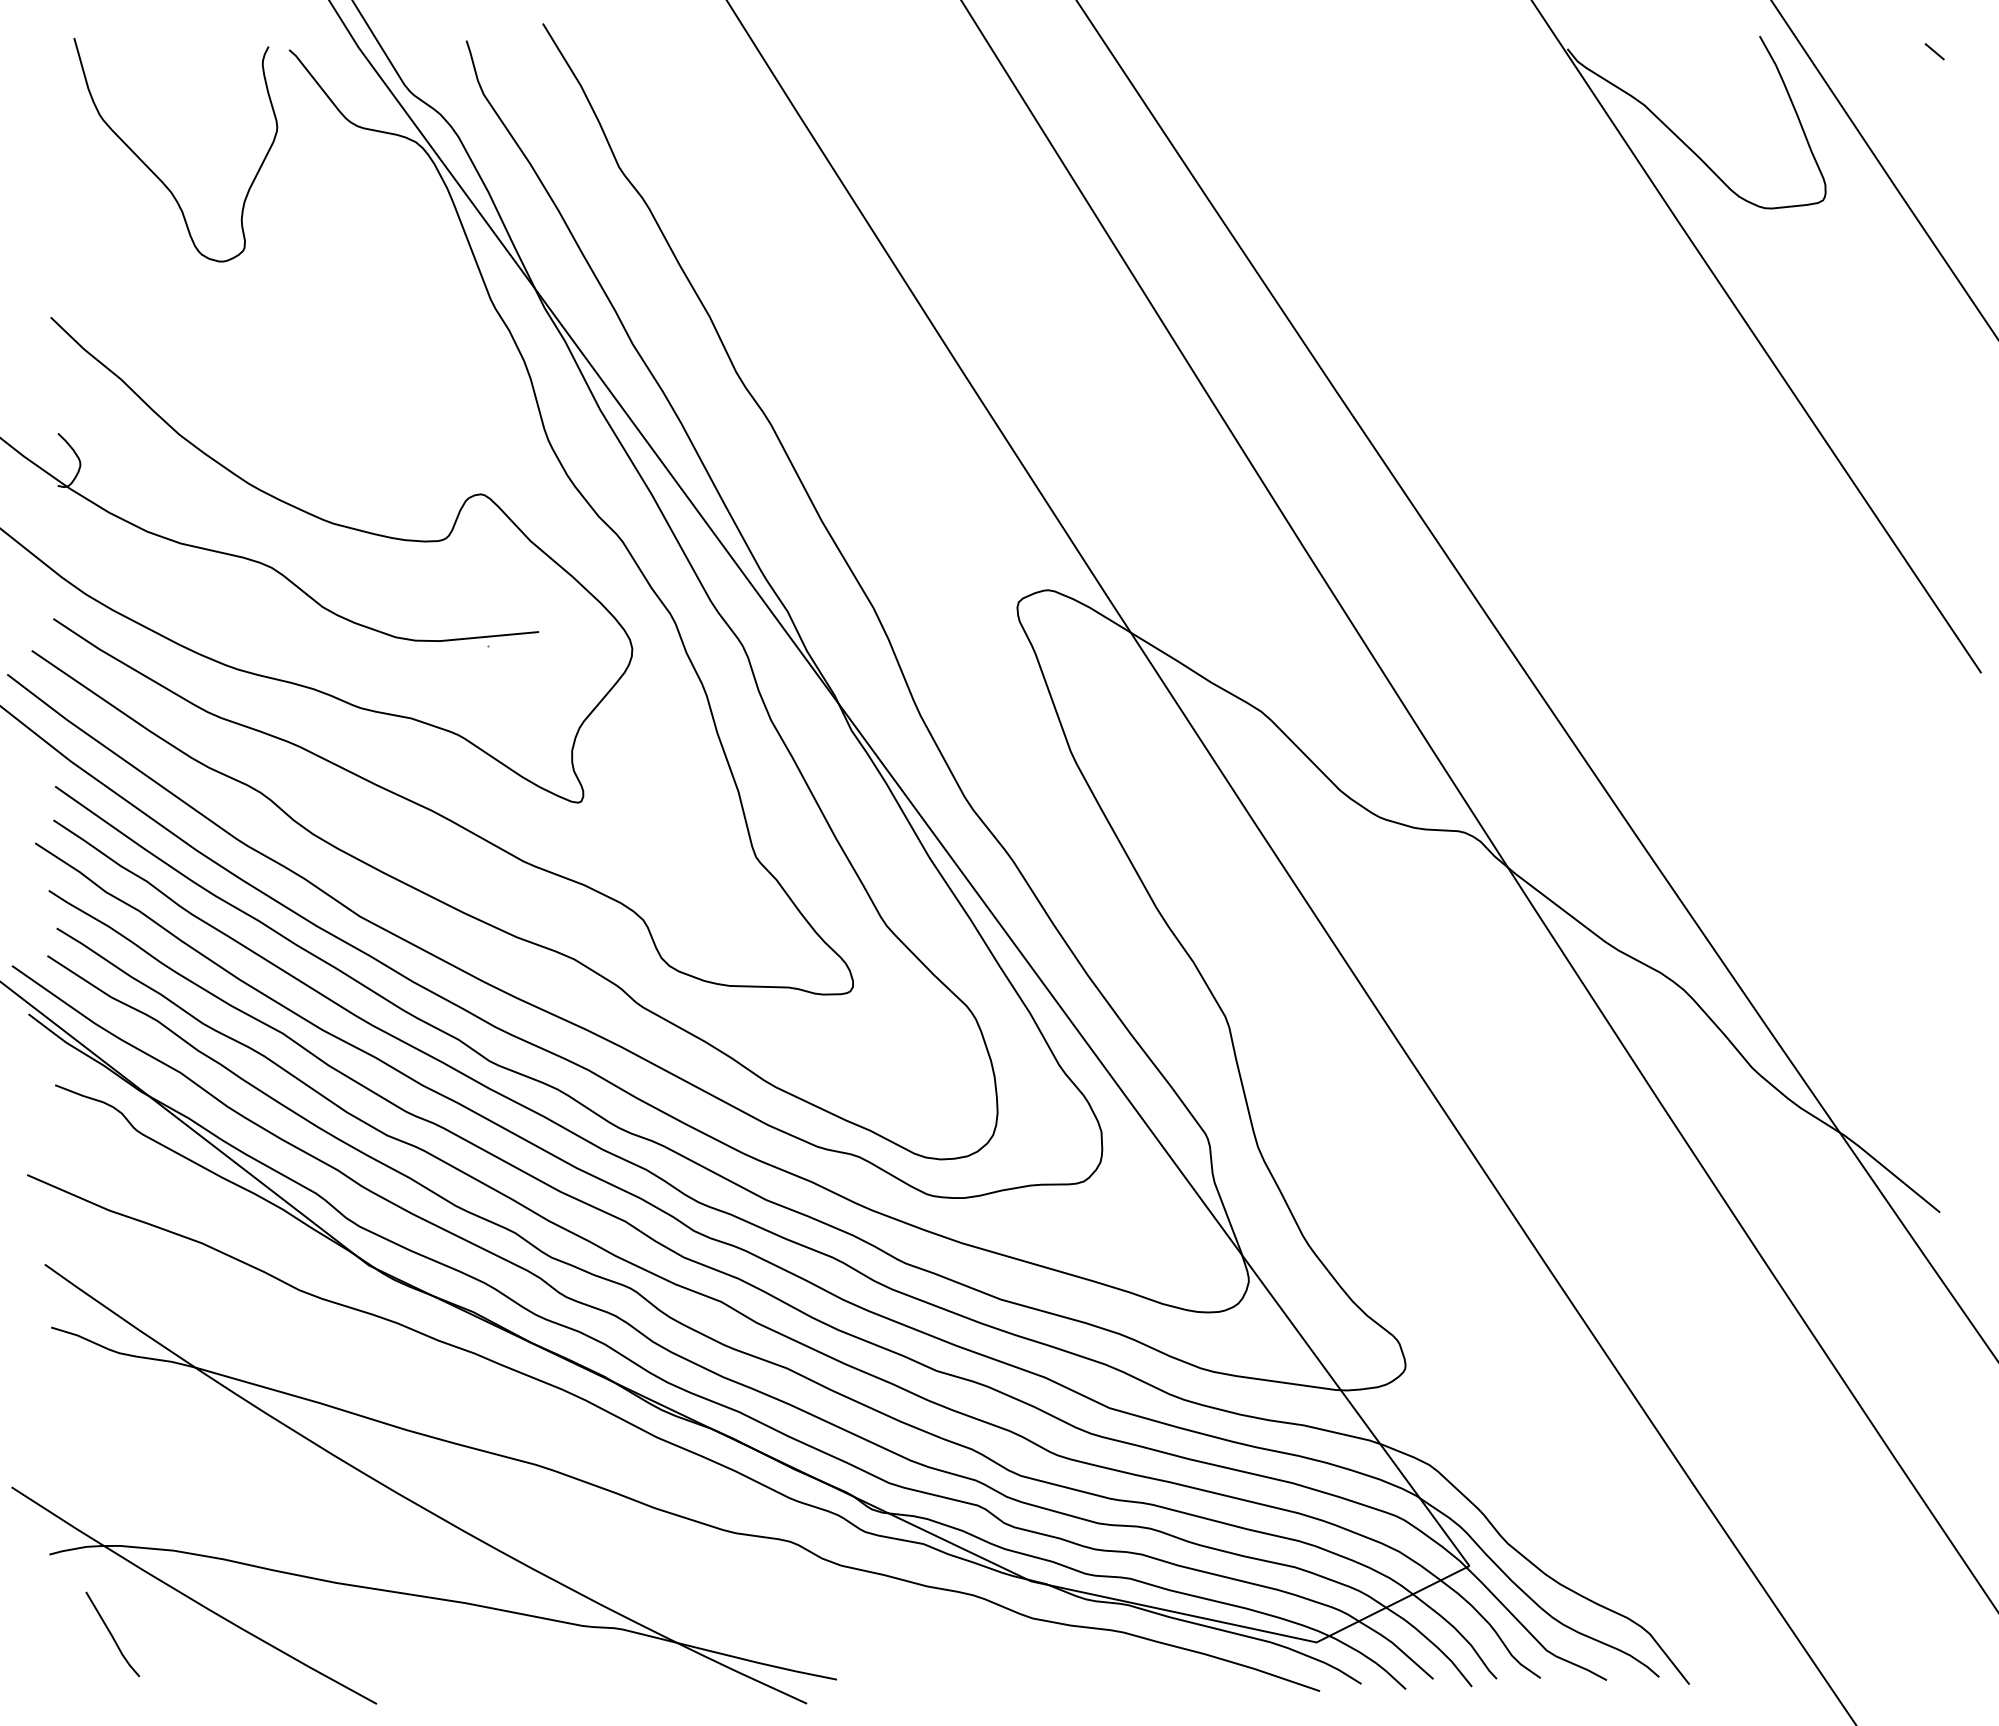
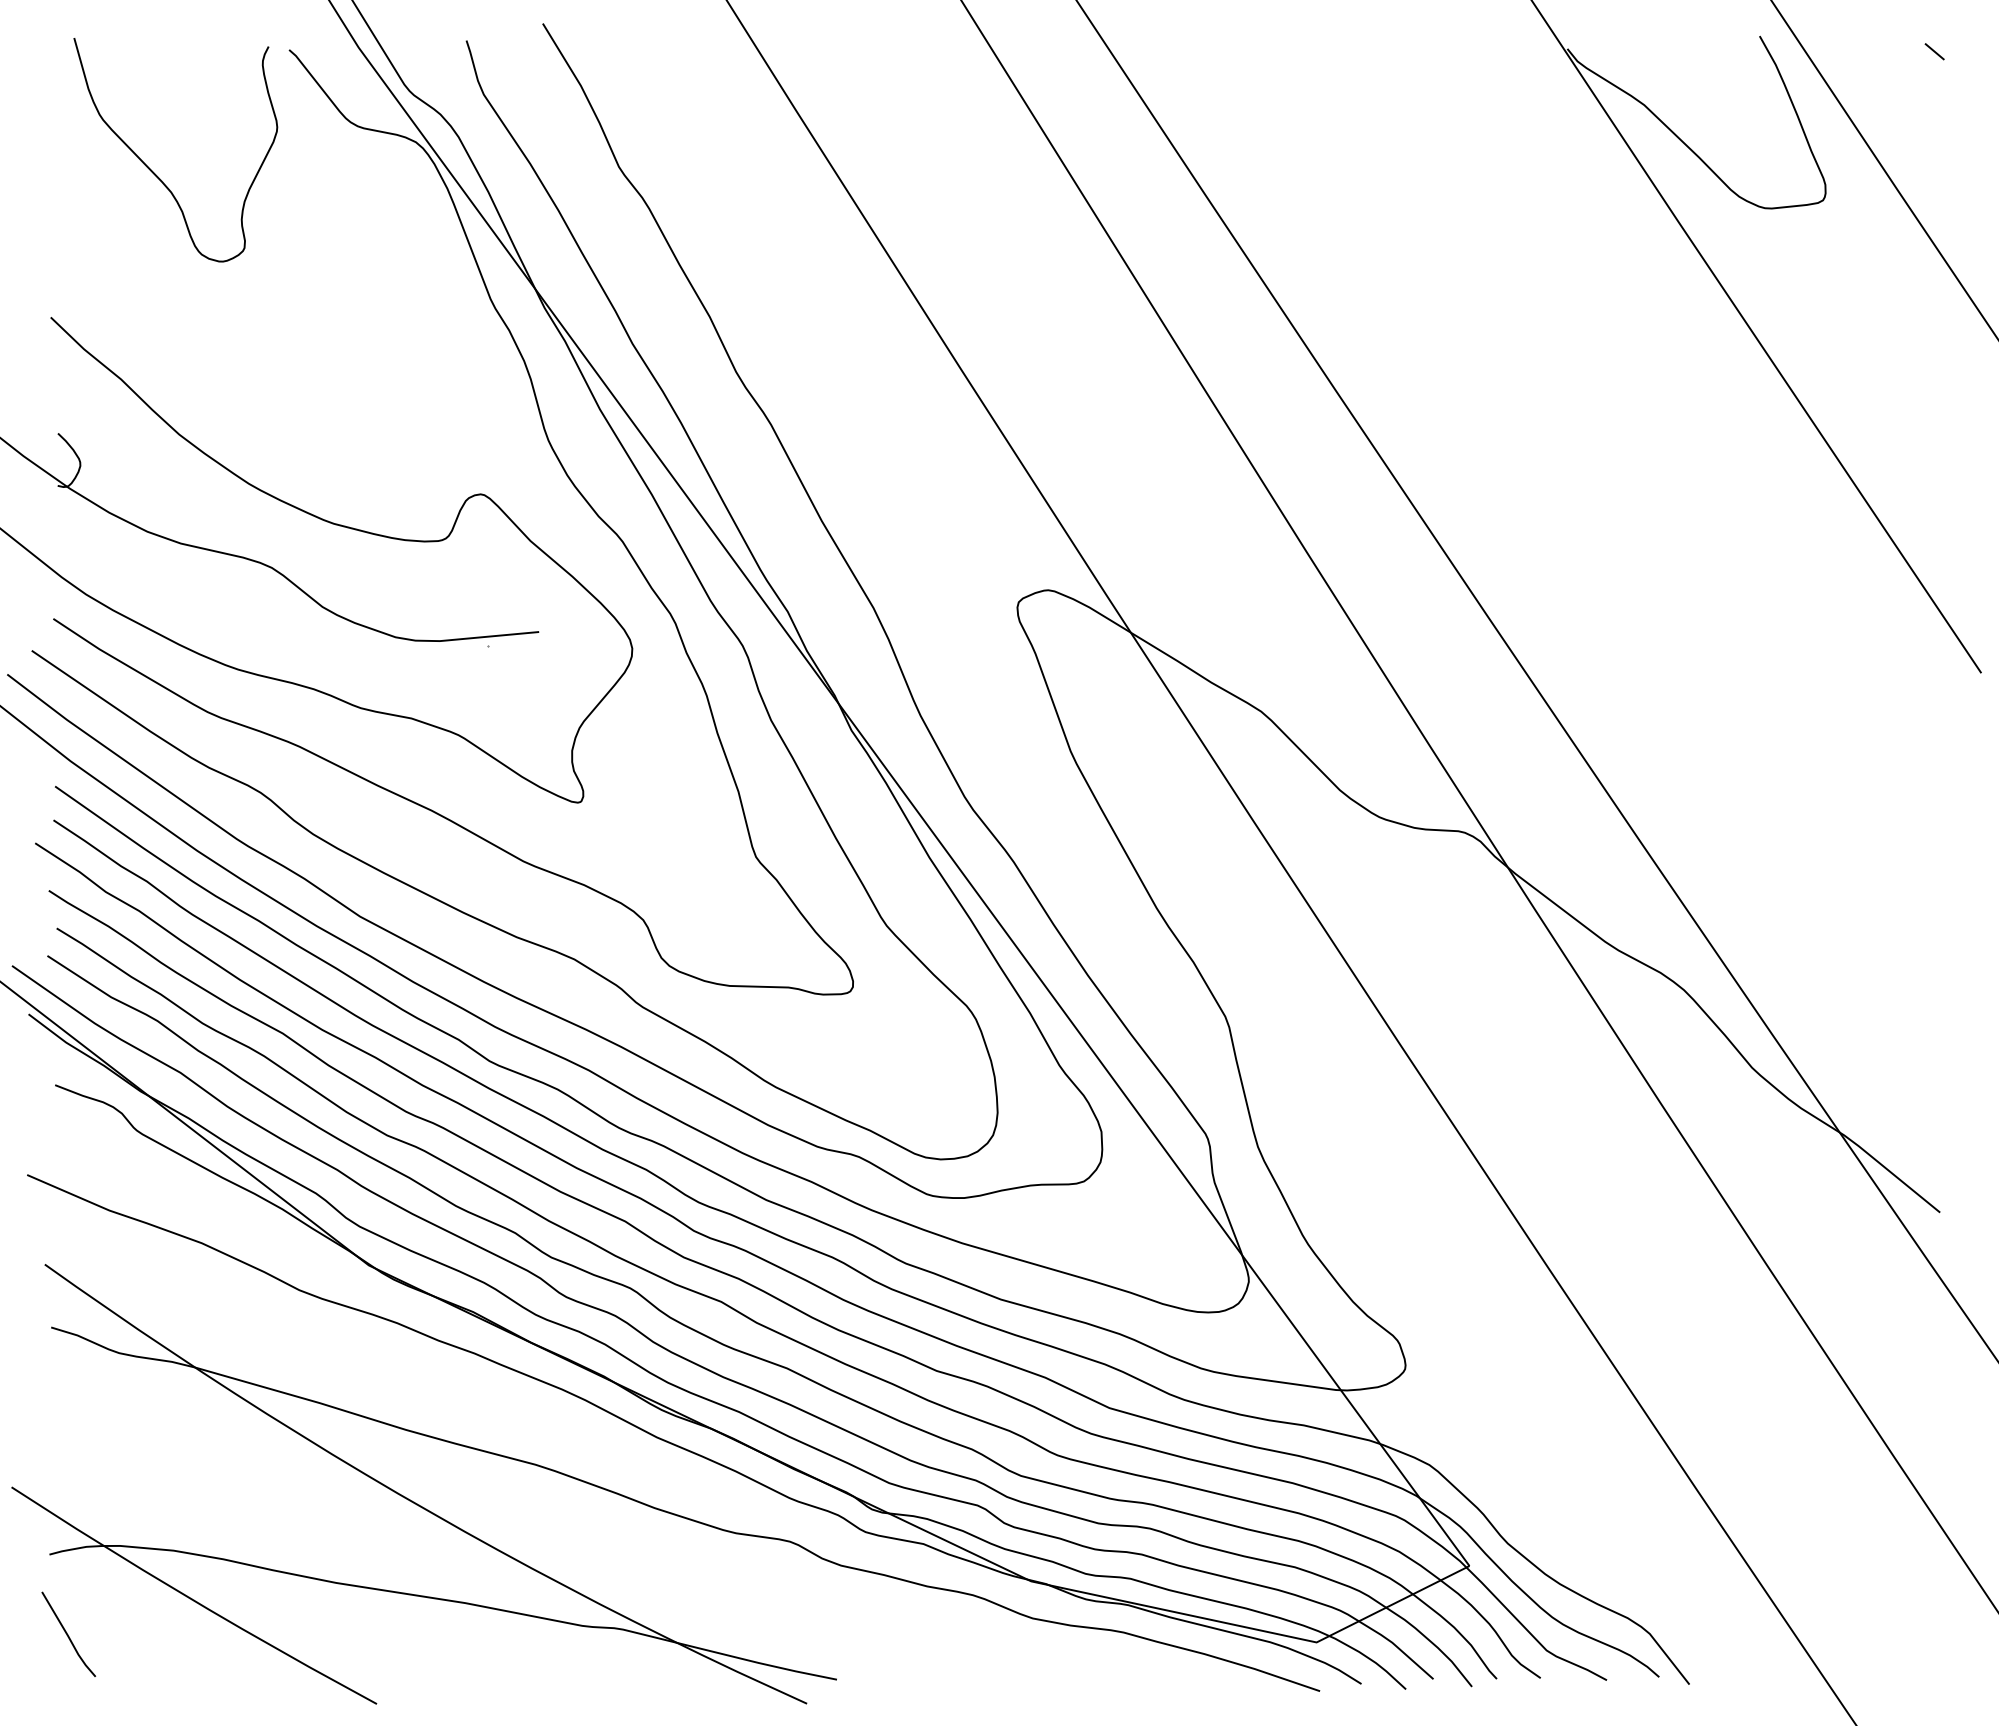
line at (111, 1633) position: (111, 1633) -> (67, 1633)
